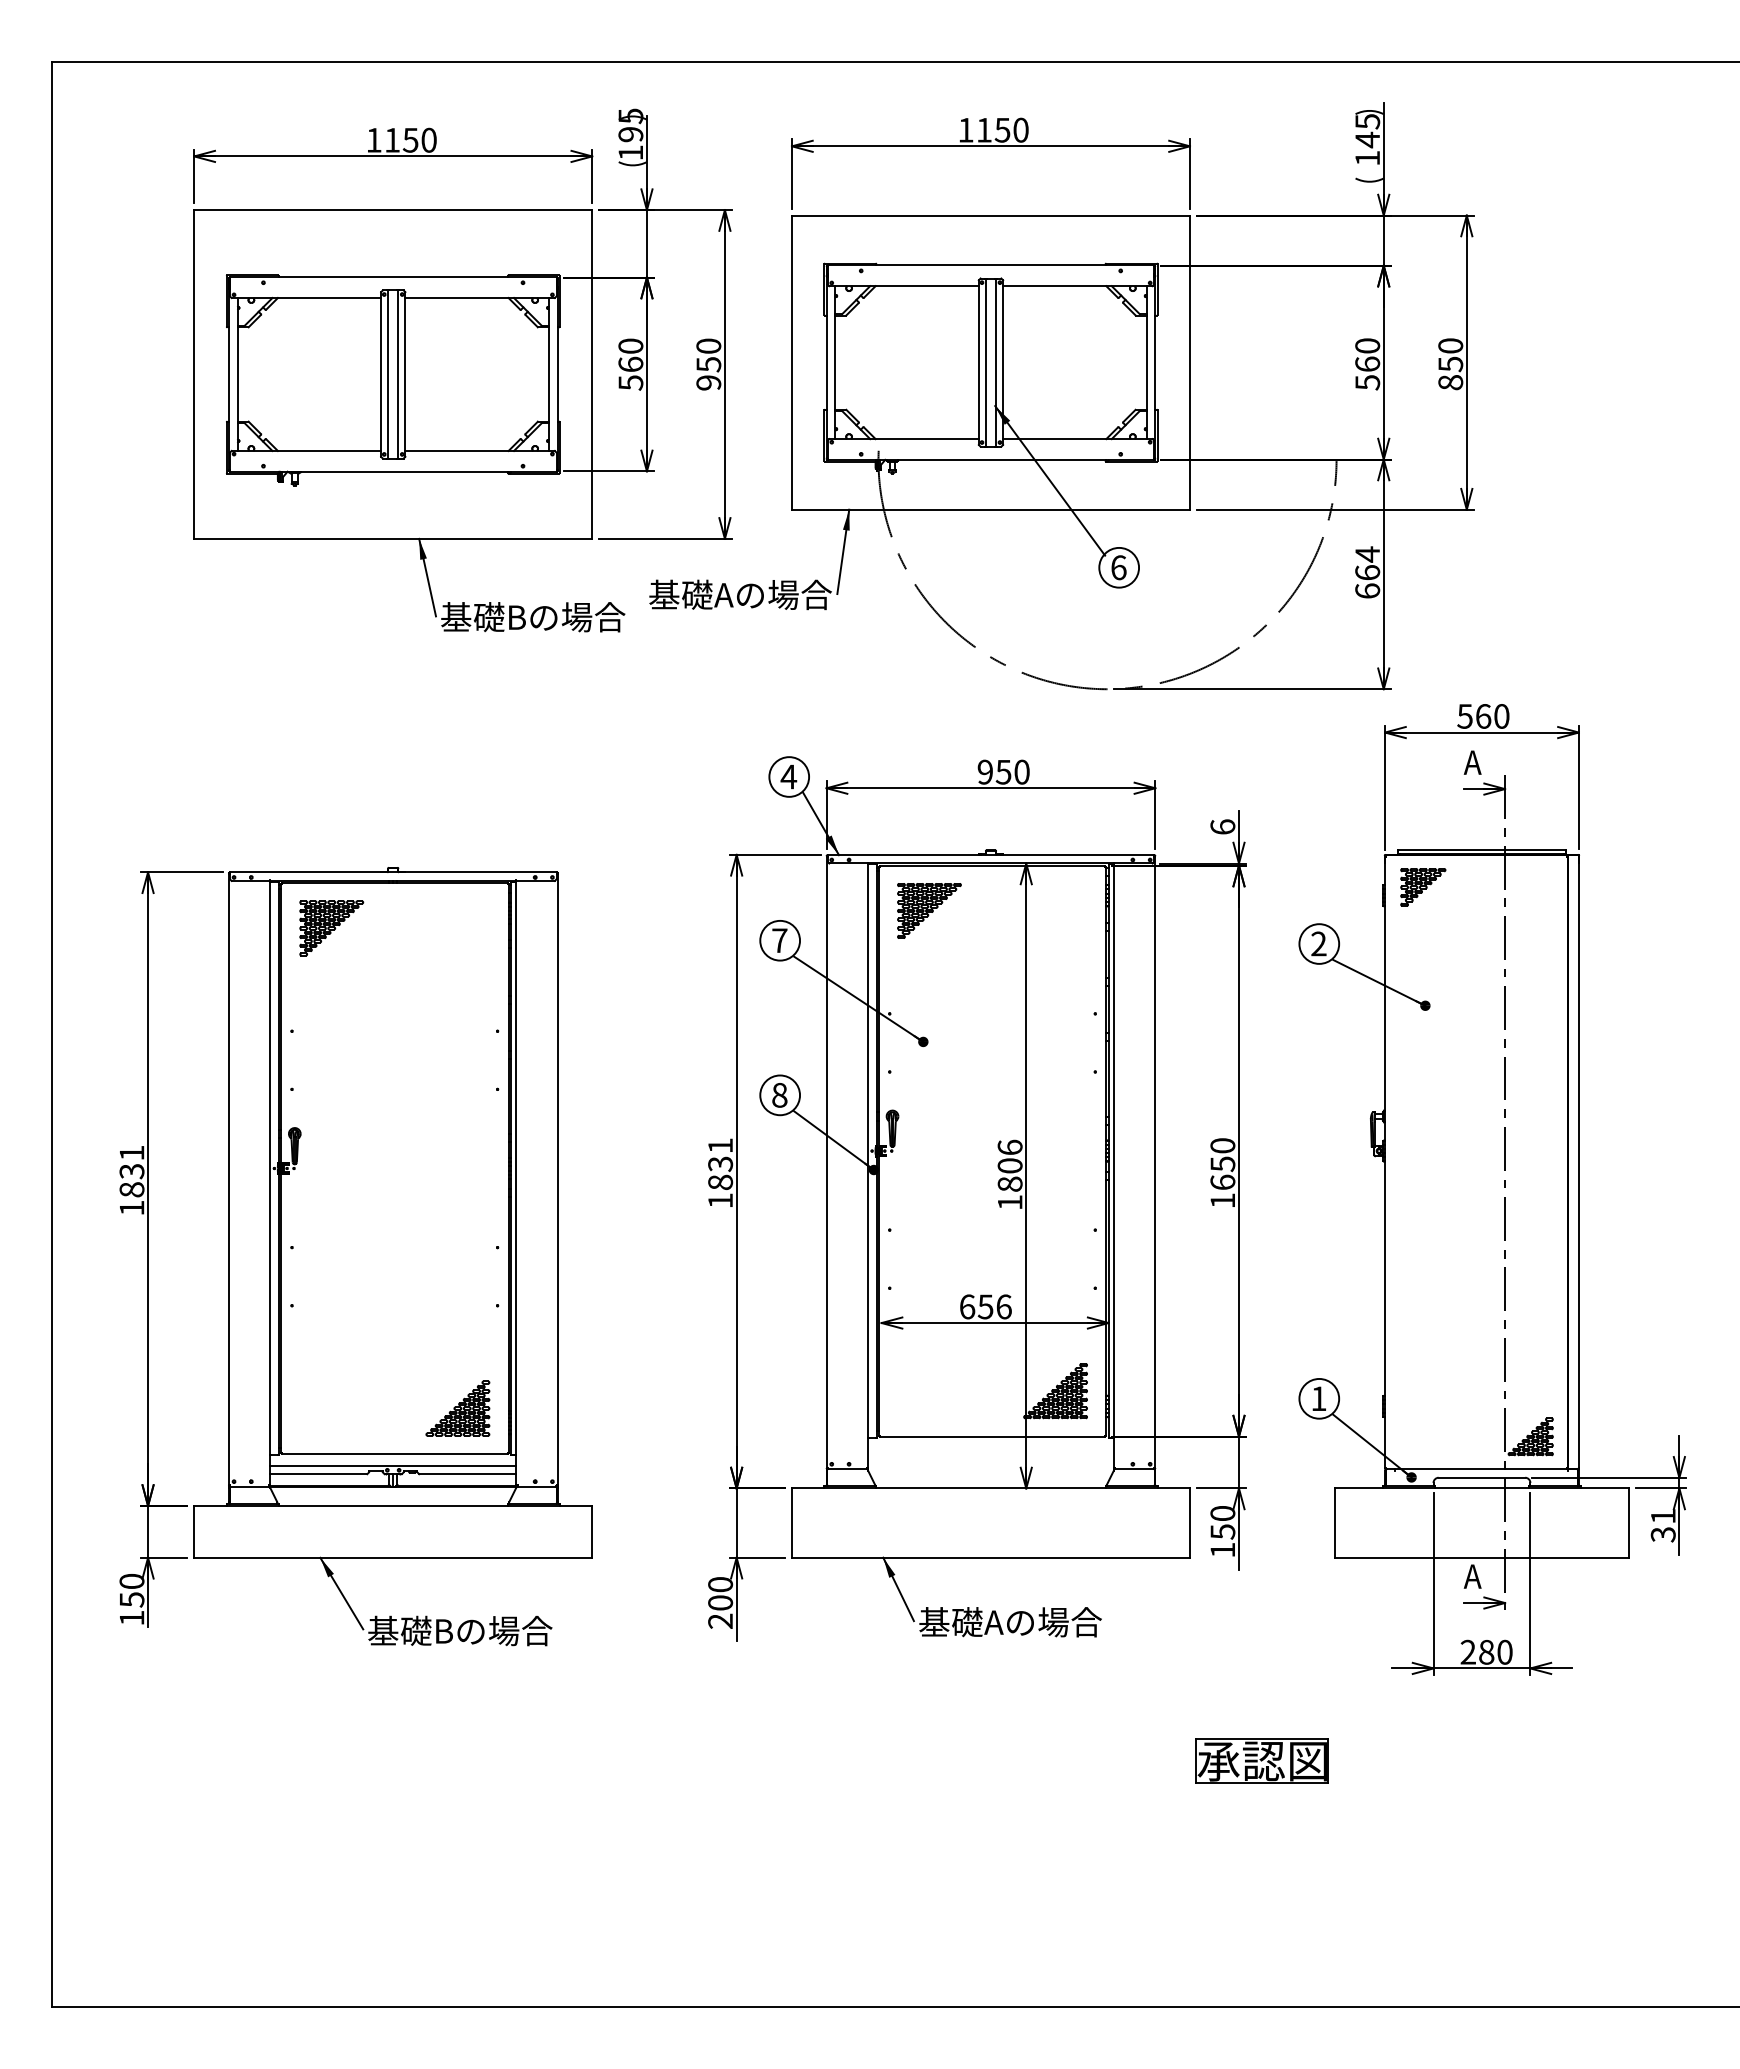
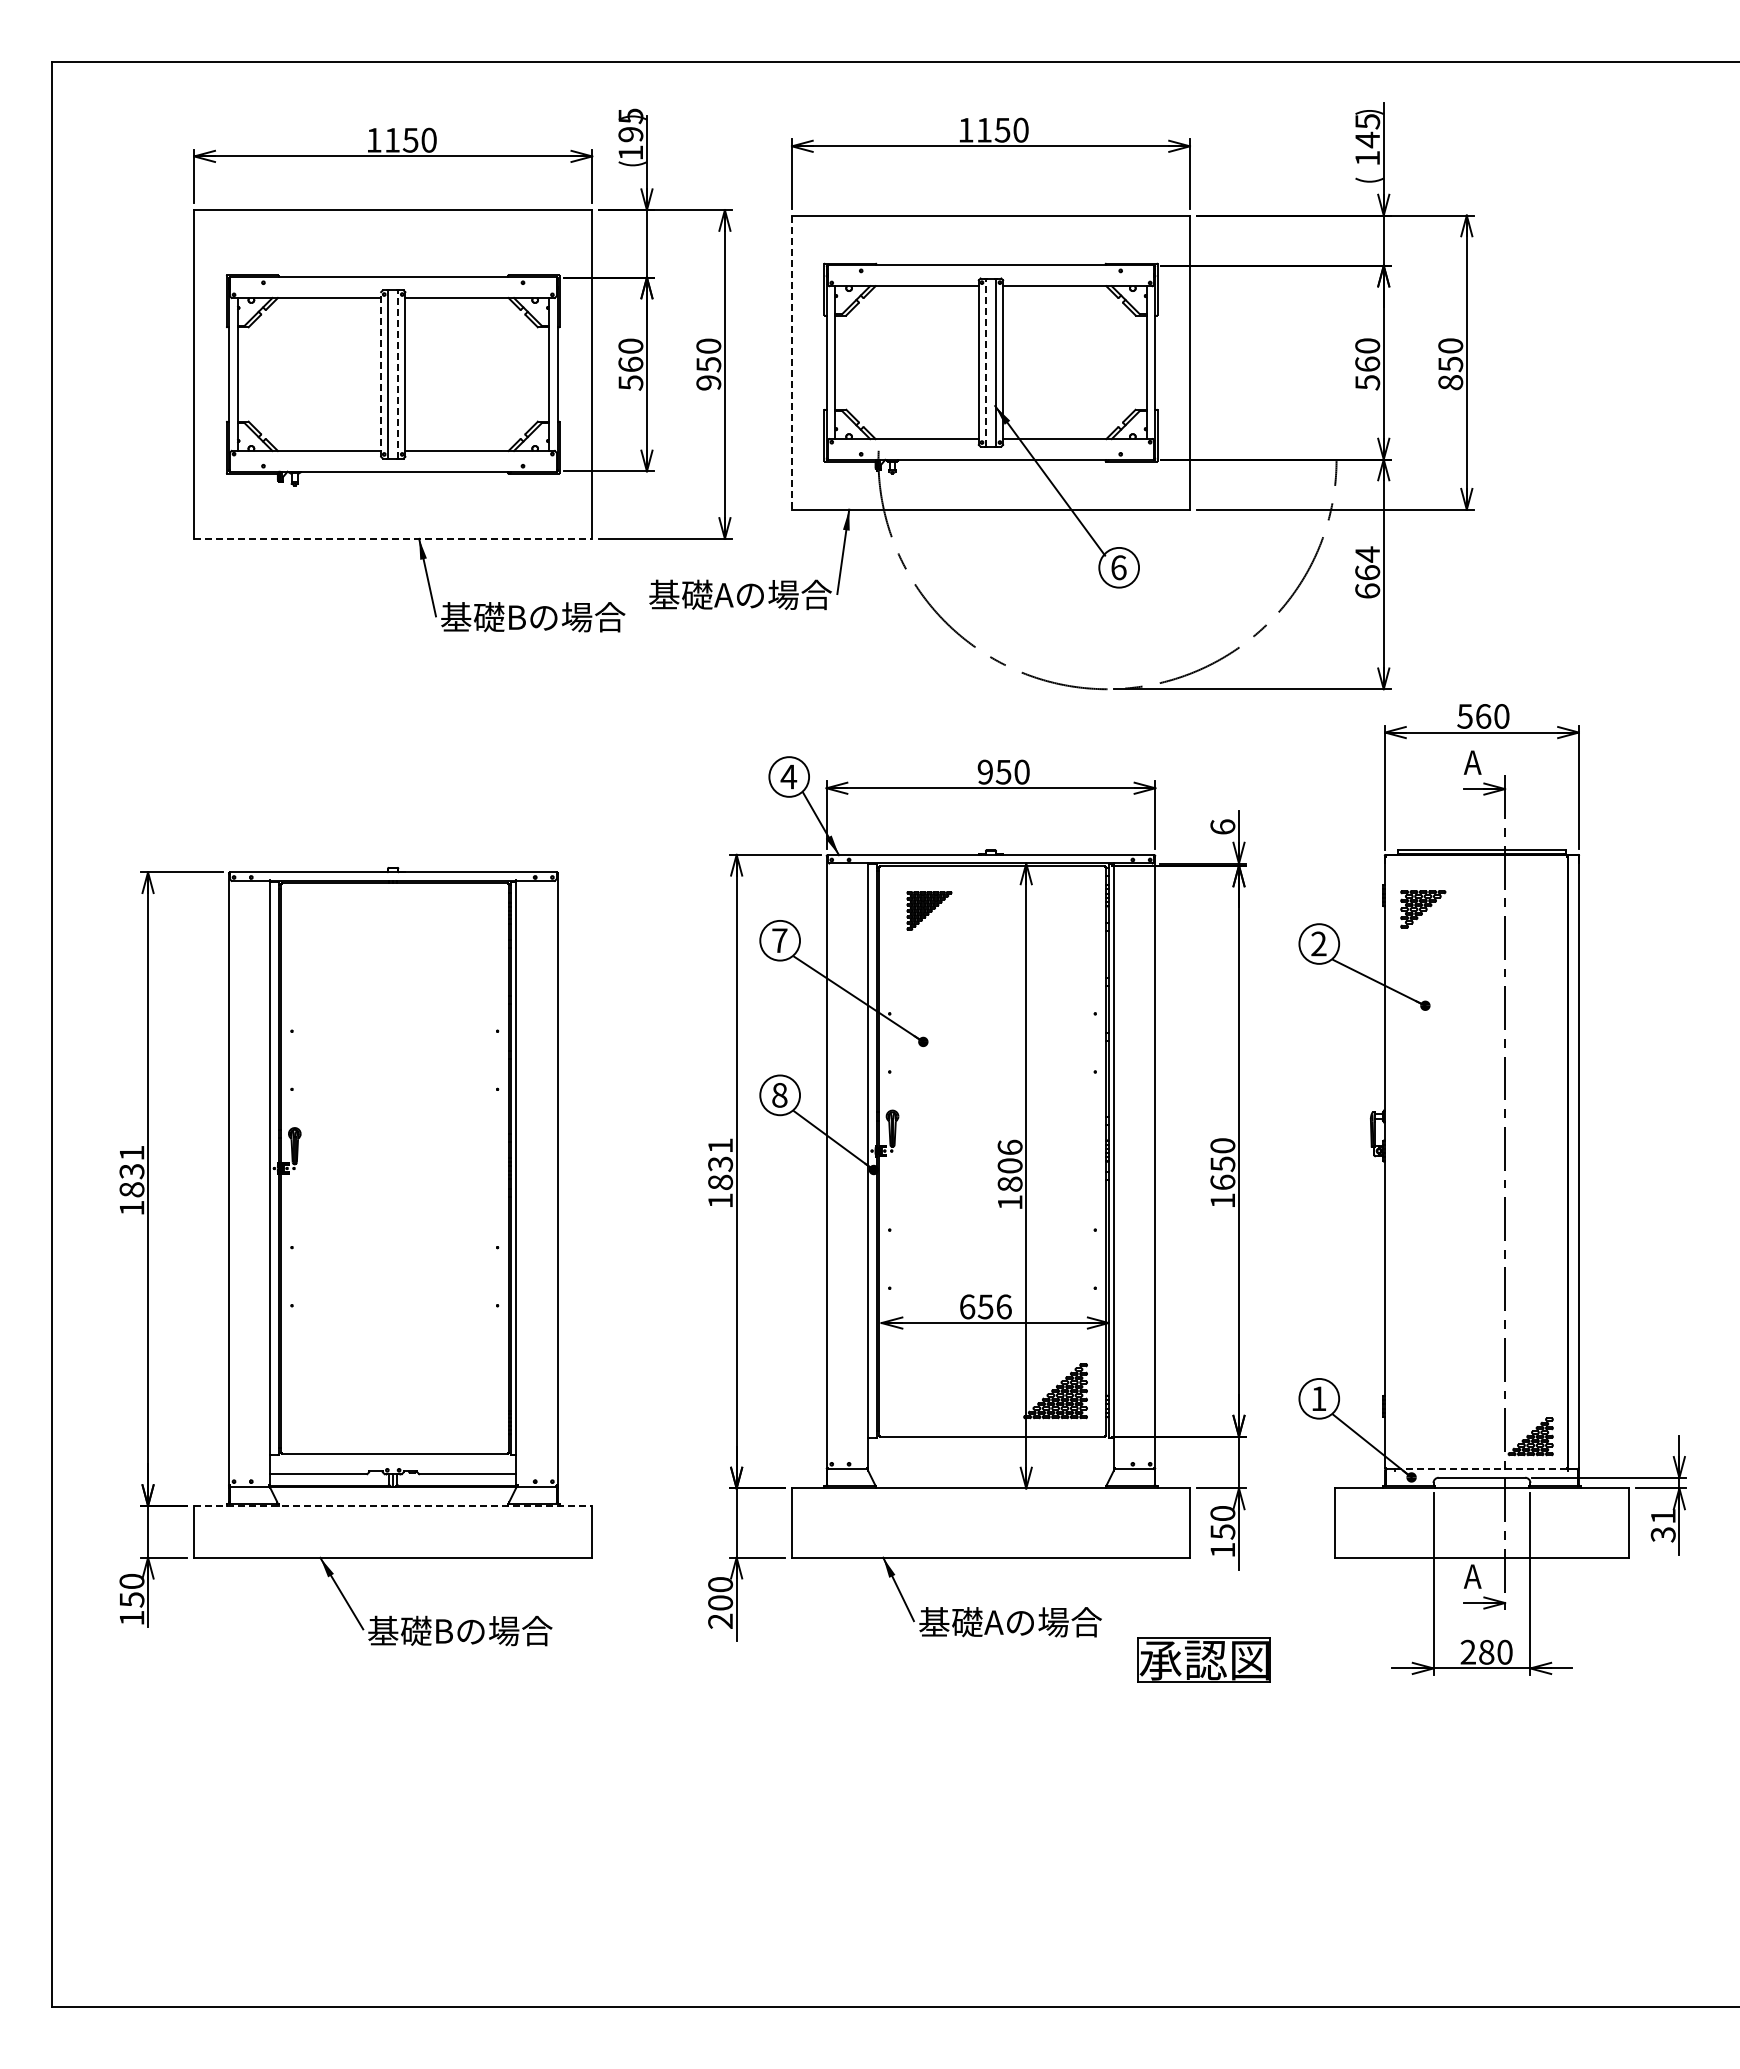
line at (985, 362): solid -> dashed
line at (792, 363): solid -> dashed
line at (381, 374): solid -> dashed
line at (398, 374): solid -> dashed
line at (393, 538): solid -> dashed
part at (1423, 887) position: (1423, 887) -> (1423, 909)
part at (929, 910) size: 65x56 px -> 47x40 px
part at (331, 928): present -> none
part at (457, 1408): present -> none
line at (393, 1466): present -> none
line at (1481, 1469): solid -> dashed
line at (393, 1505): solid -> dashed
part at (1261, 1760) position: (1261, 1760) -> (1203, 1659)
